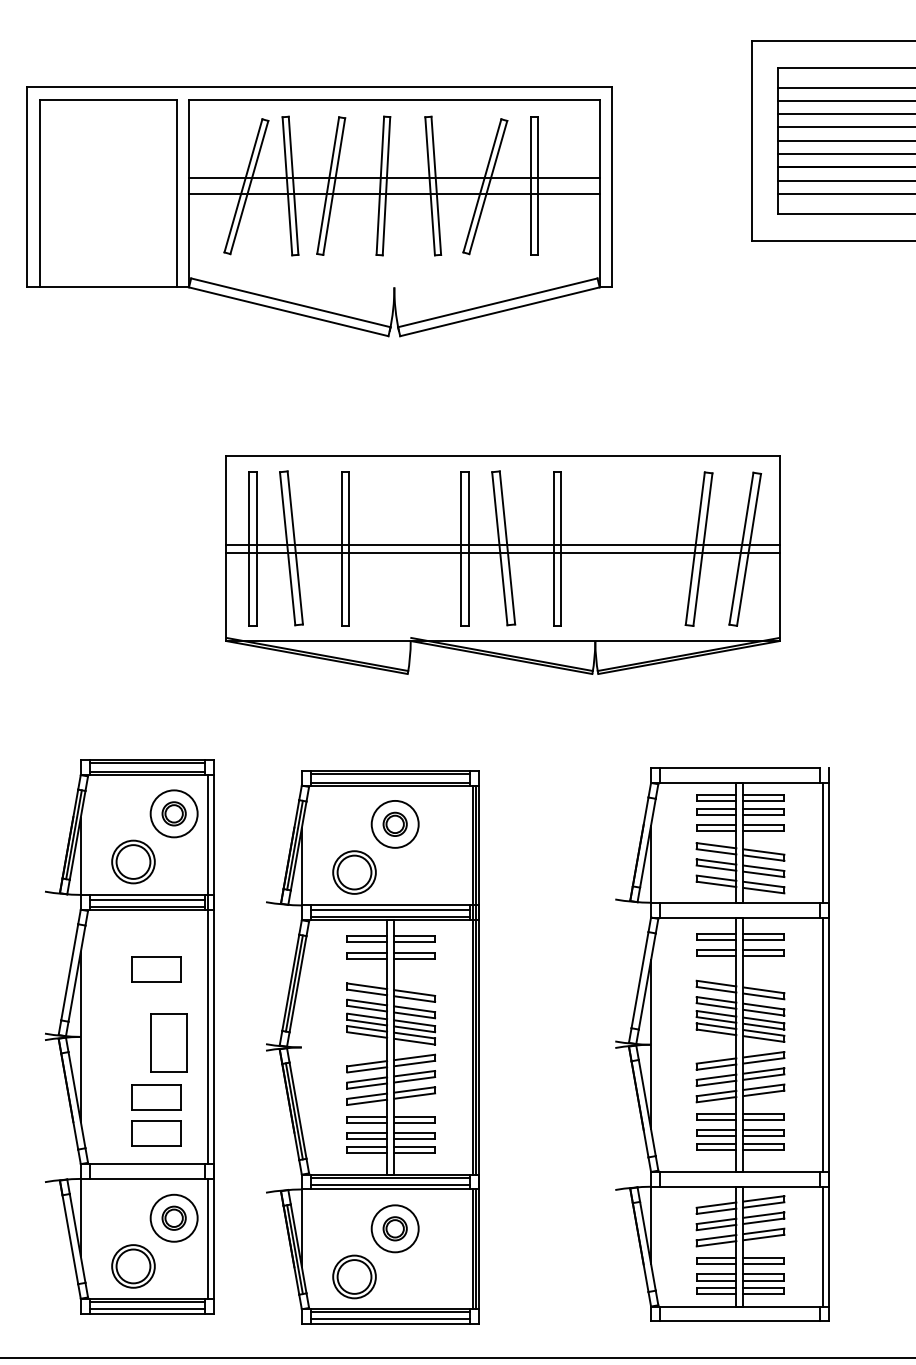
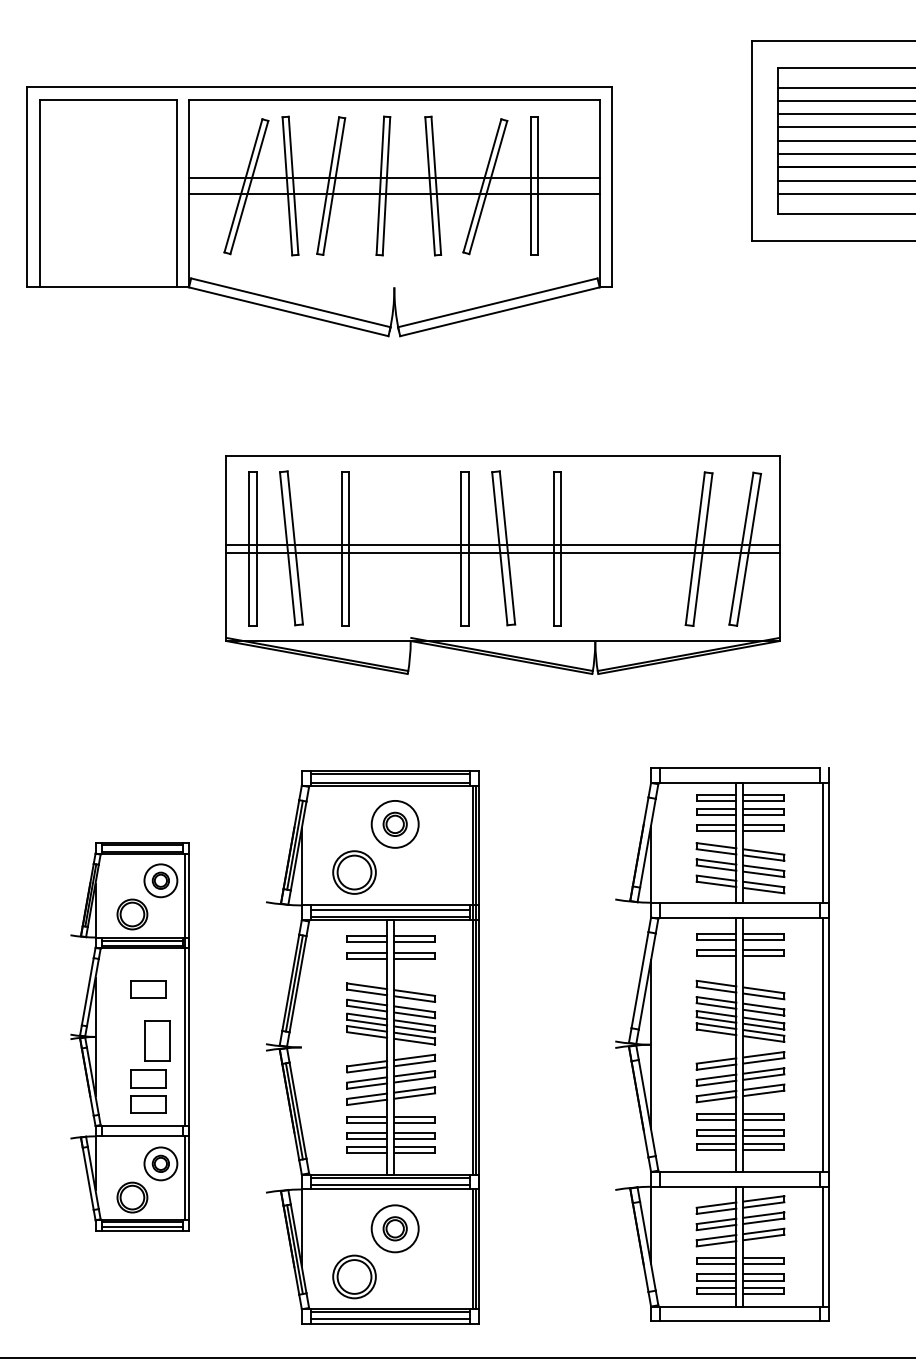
part at (129, 1036) size: 170x556 px -> 120x390 px
